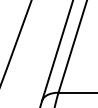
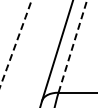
arc at (16, 42): solid -> dashed
line at (72, 45): solid -> dashed
